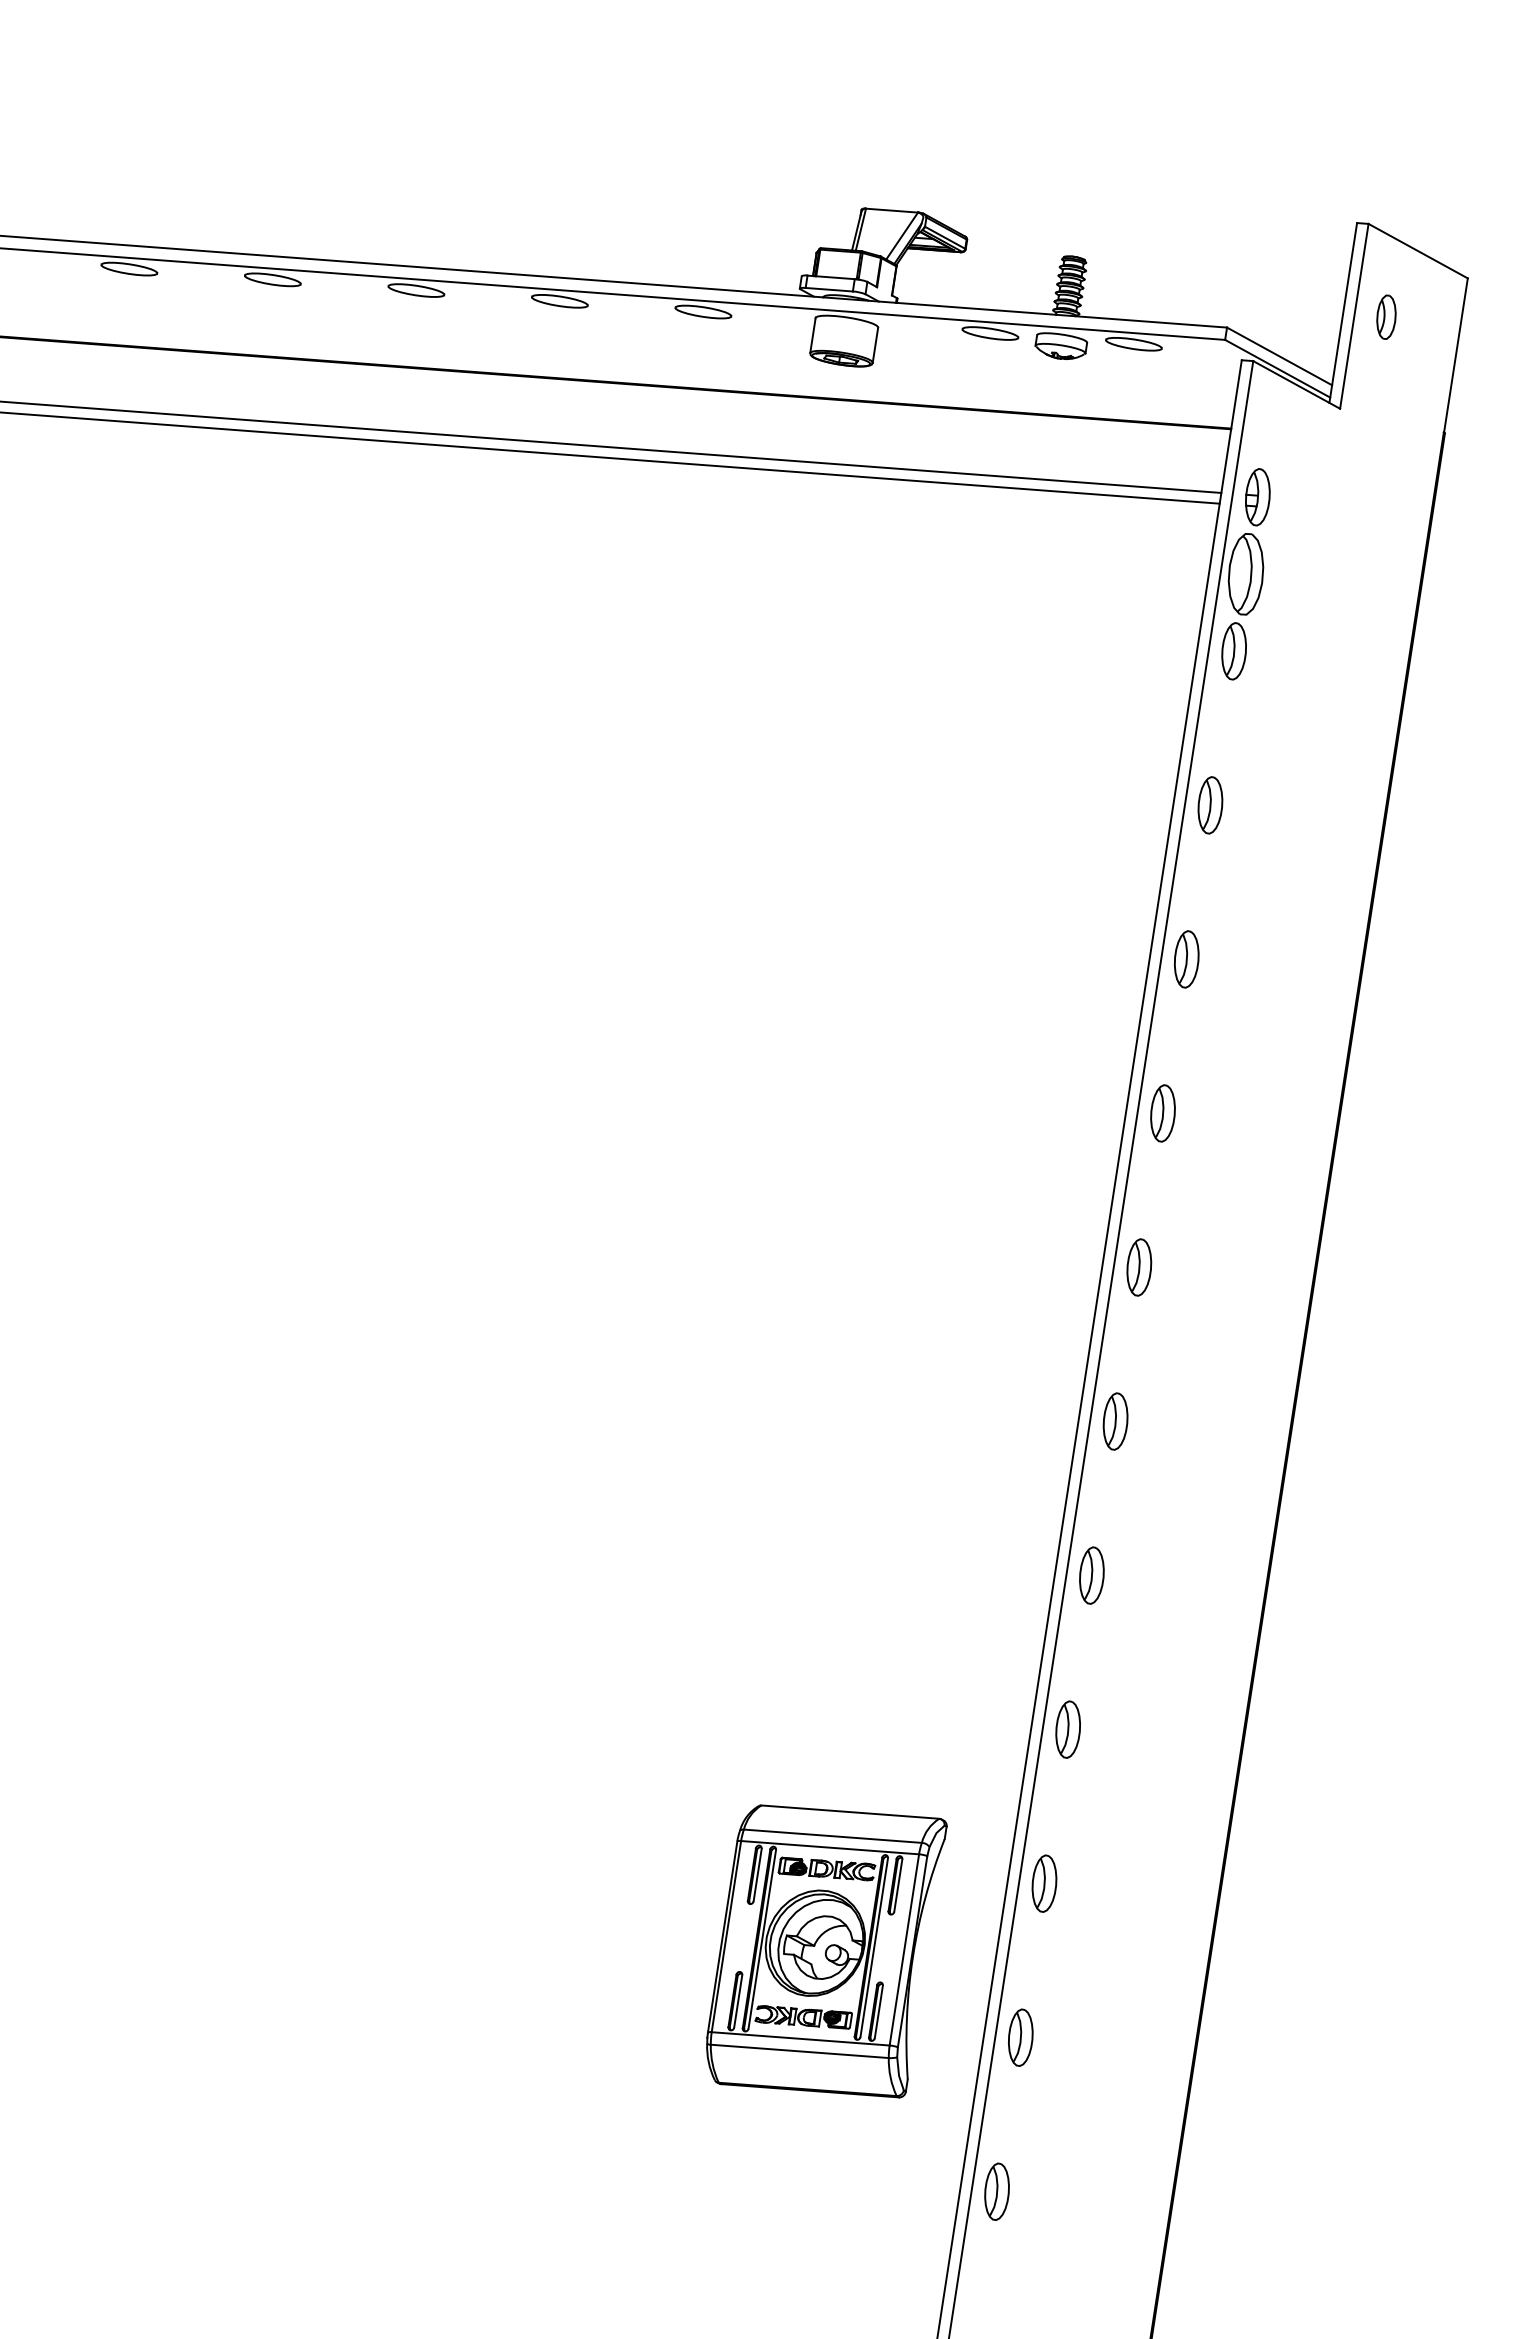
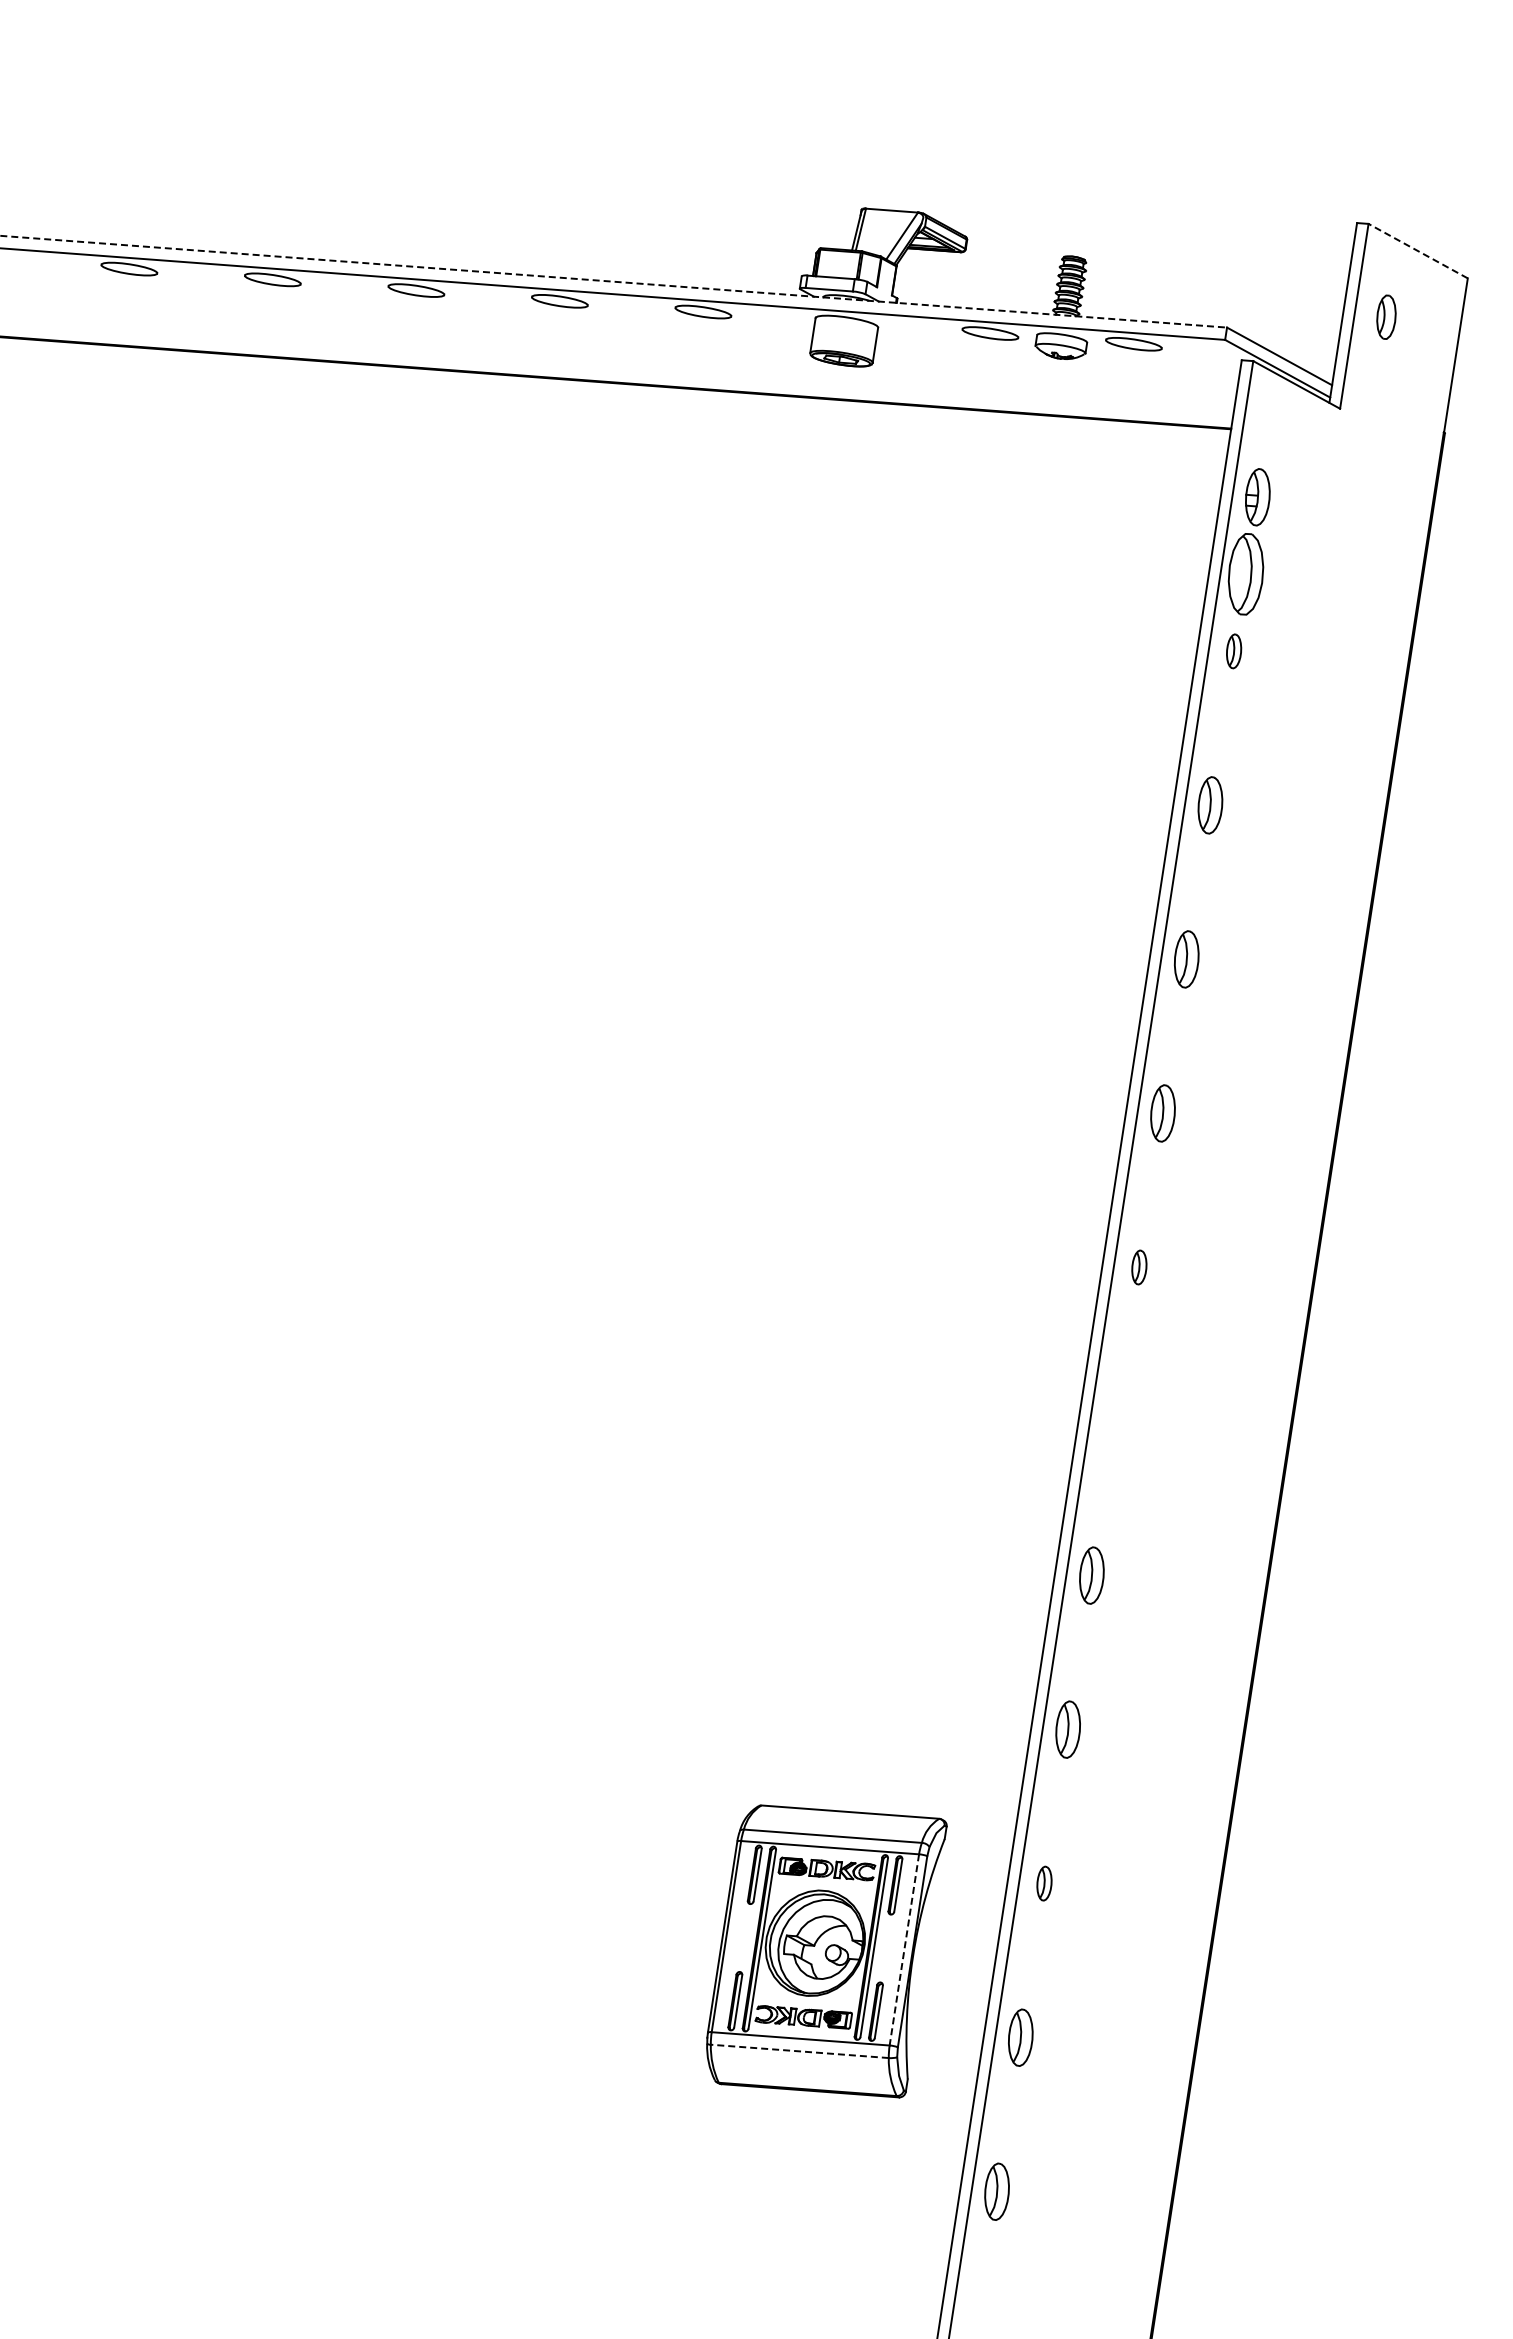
line at (1418, 251): solid -> dashed
line at (614, 281): solid -> dashed
line at (611, 446): present -> none
line at (610, 457): present -> none
part at (1233, 651) size: 26x59 px -> 17x37 px
part at (1139, 1267) size: 27x59 px -> 17x37 px
part at (1115, 1421): present -> none
part at (1044, 1883) size: 27x59 px -> 17x37 px
line at (904, 1949): solid -> dashed
line at (799, 2051): solid -> dashed
